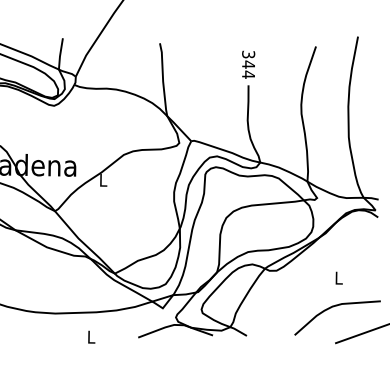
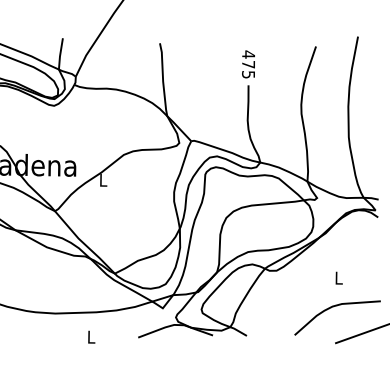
text at (248, 64): 344 -> 475
